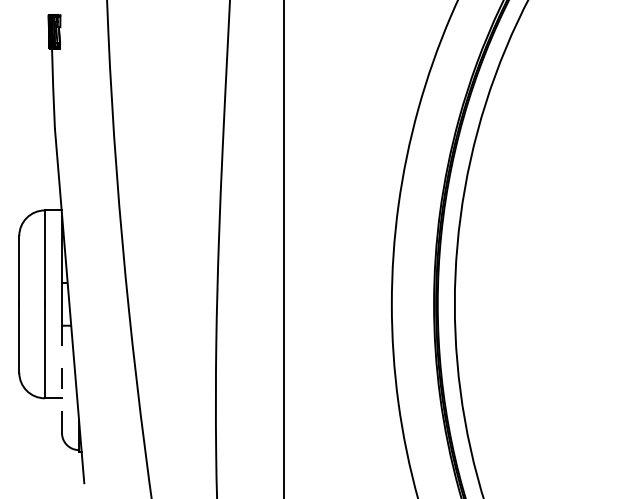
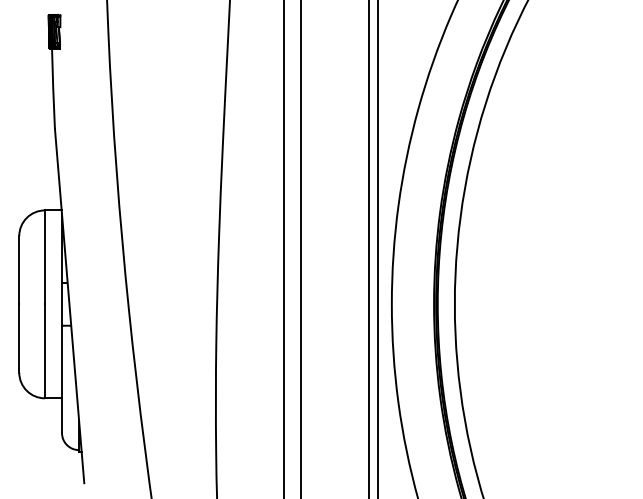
line at (301, 248): none -> present
line at (369, 248): none -> present
line at (378, 248): none -> present
line at (61, 379): dashed -> solid
